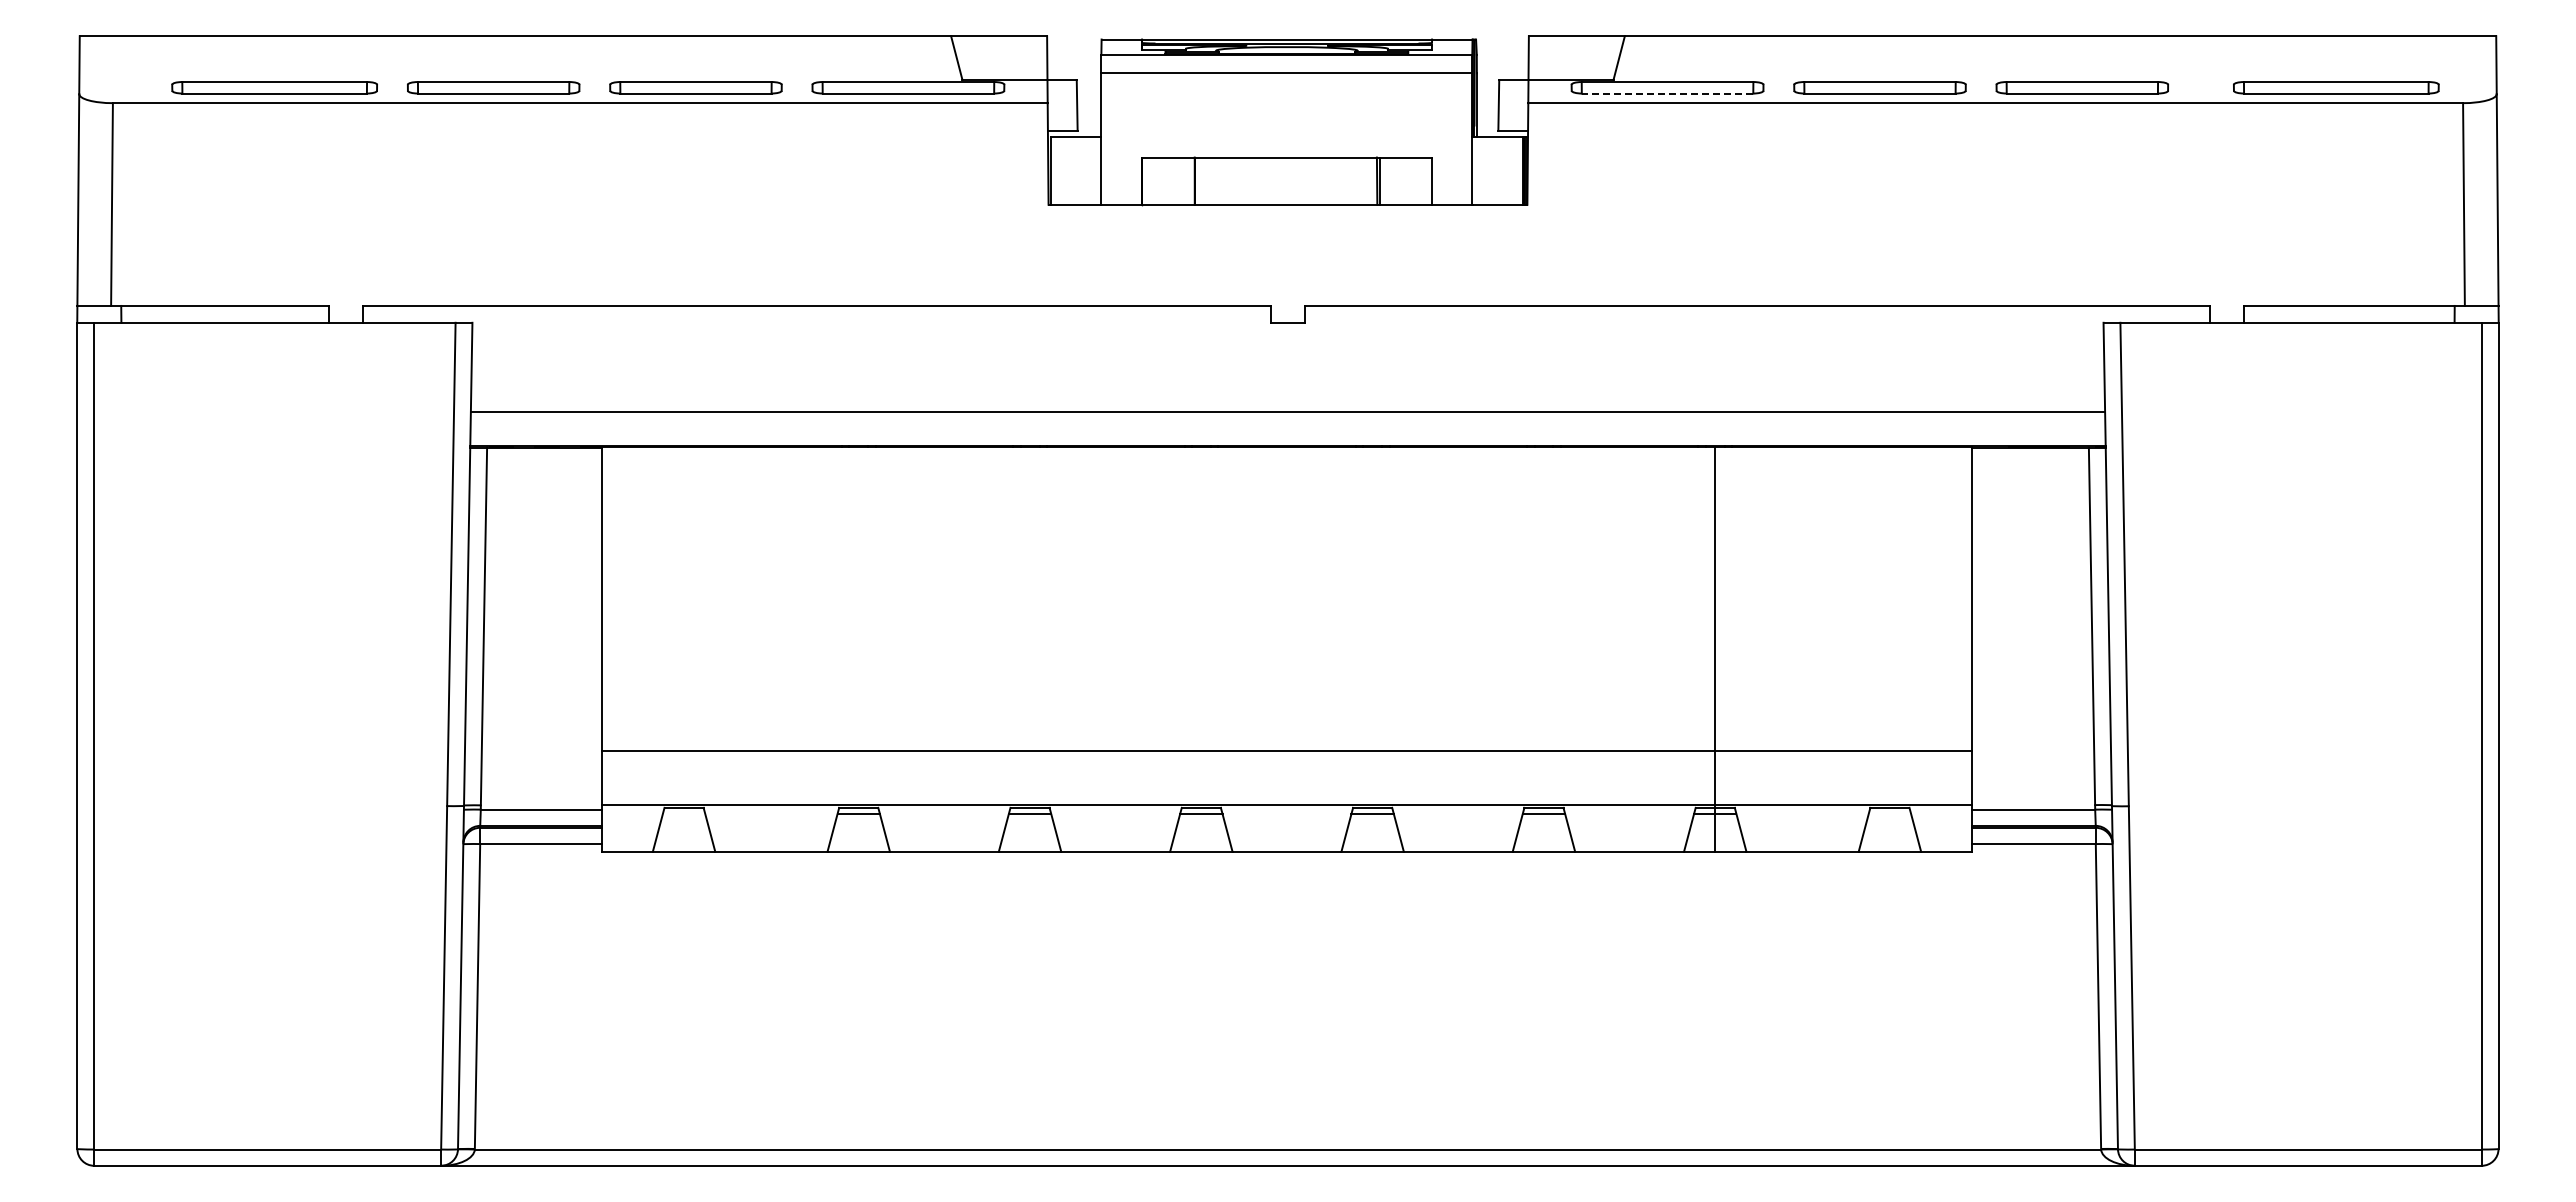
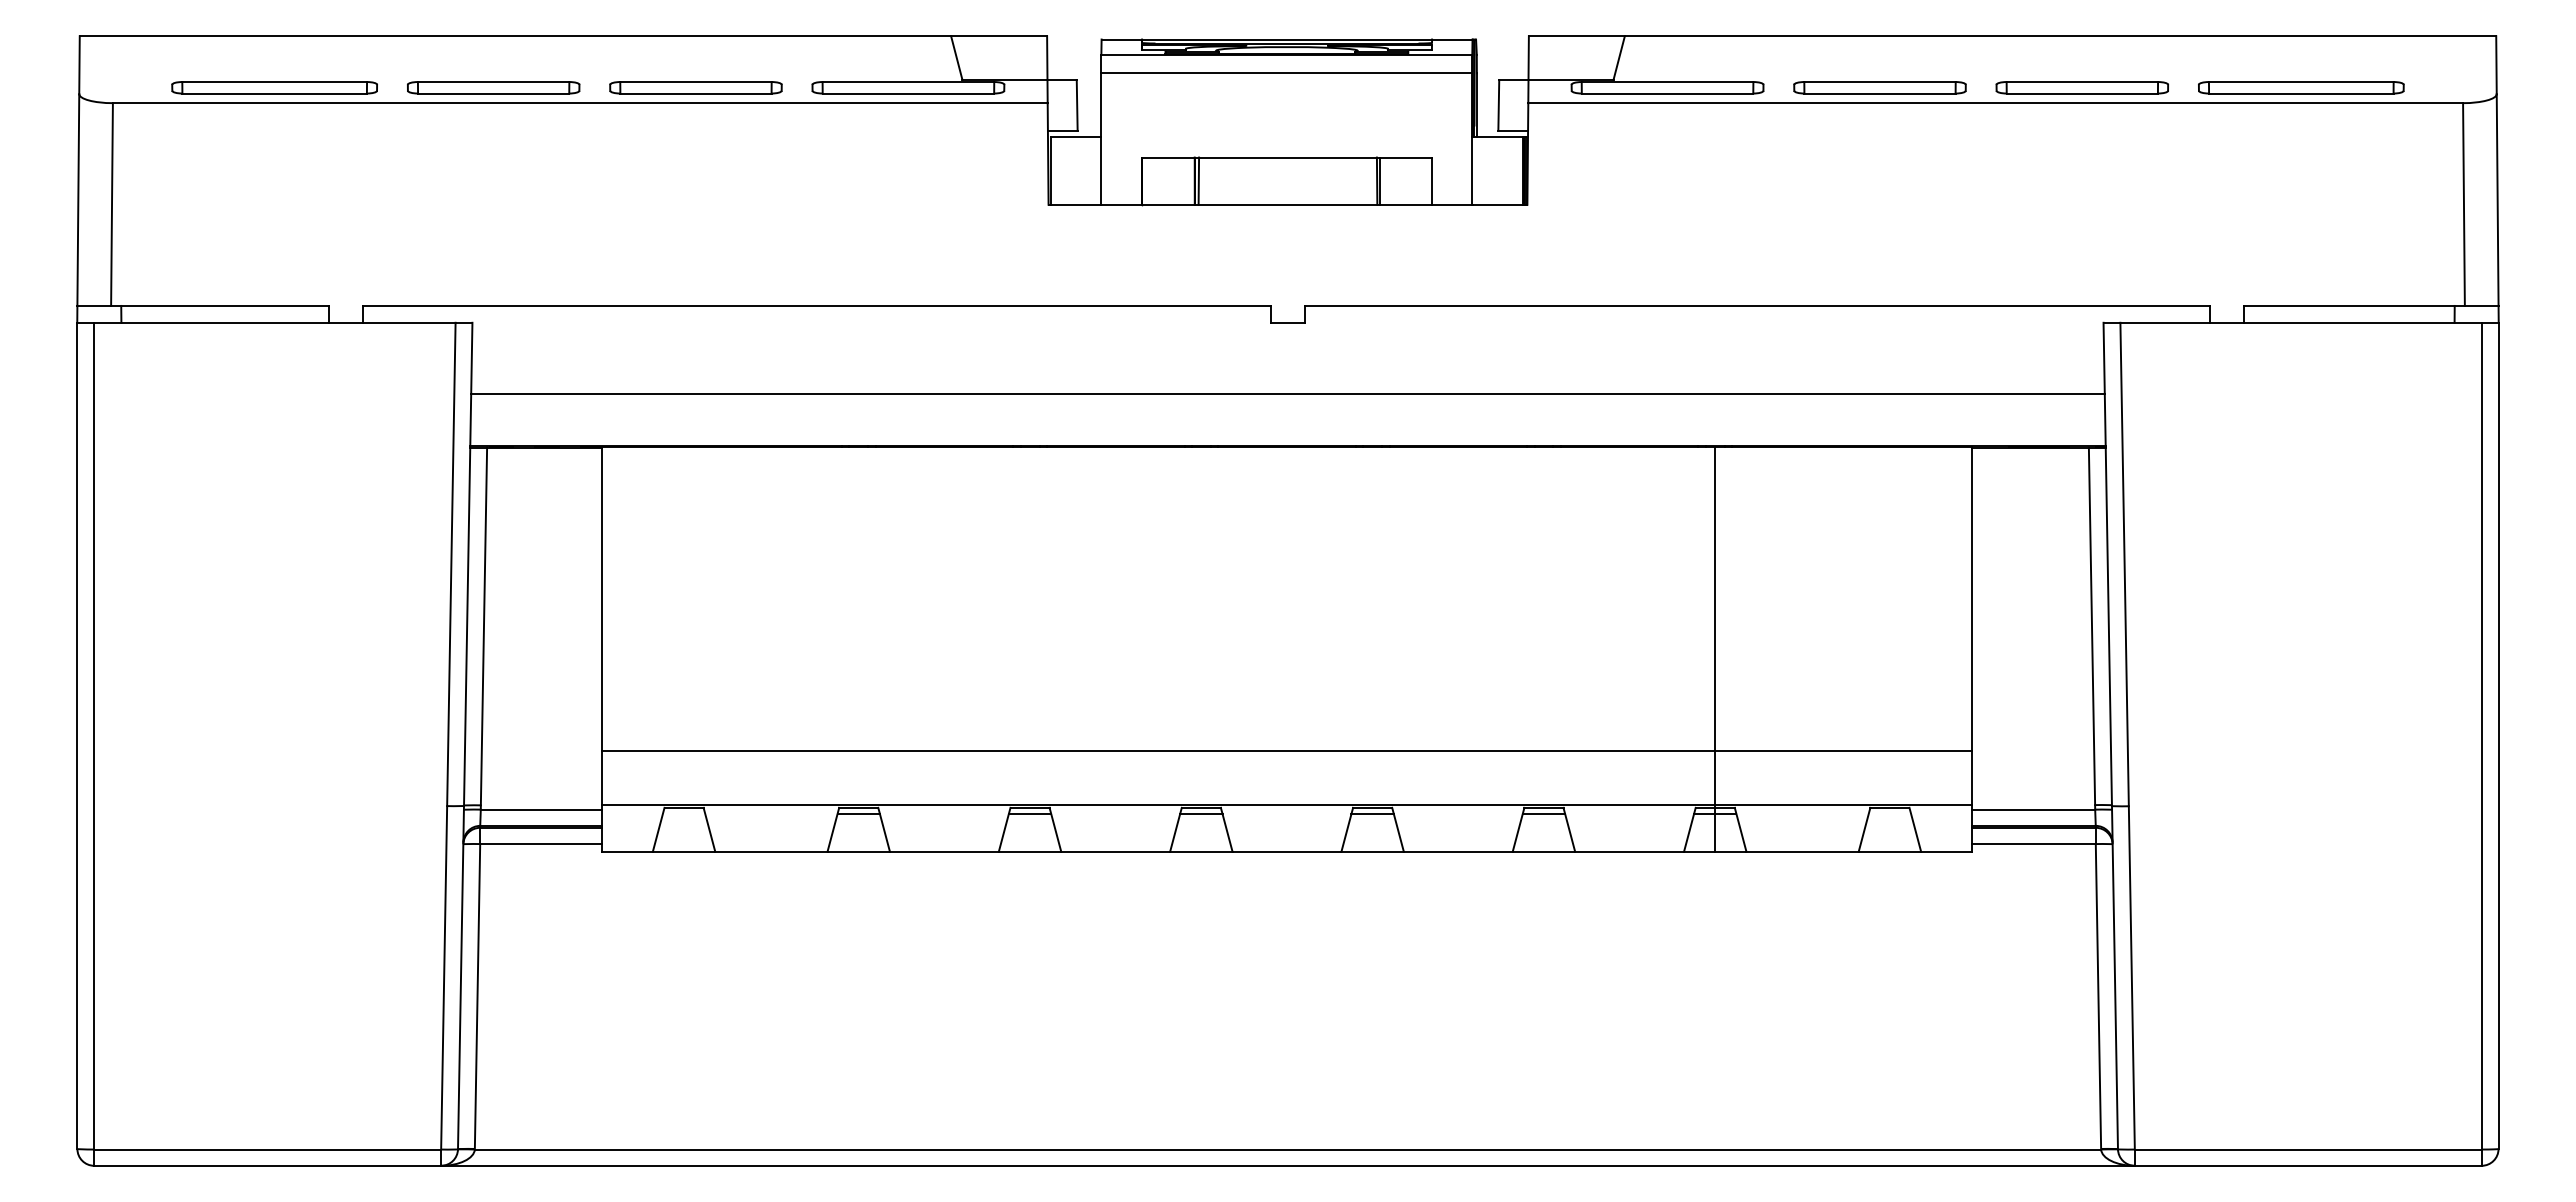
part at (2336, 87) position: (2336, 87) -> (2301, 87)
line at (1667, 93): dashed -> solid
line at (1198, 180): none -> present
line at (1287, 411) position: (1287, 411) -> (1287, 393)
